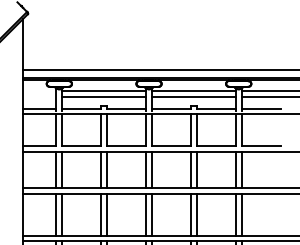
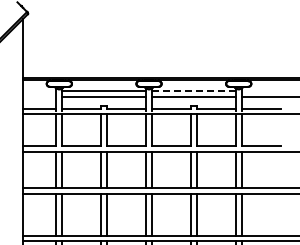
line at (159, 69): present -> none
line at (193, 91): solid -> dashed
line at (268, 91): present -> none
